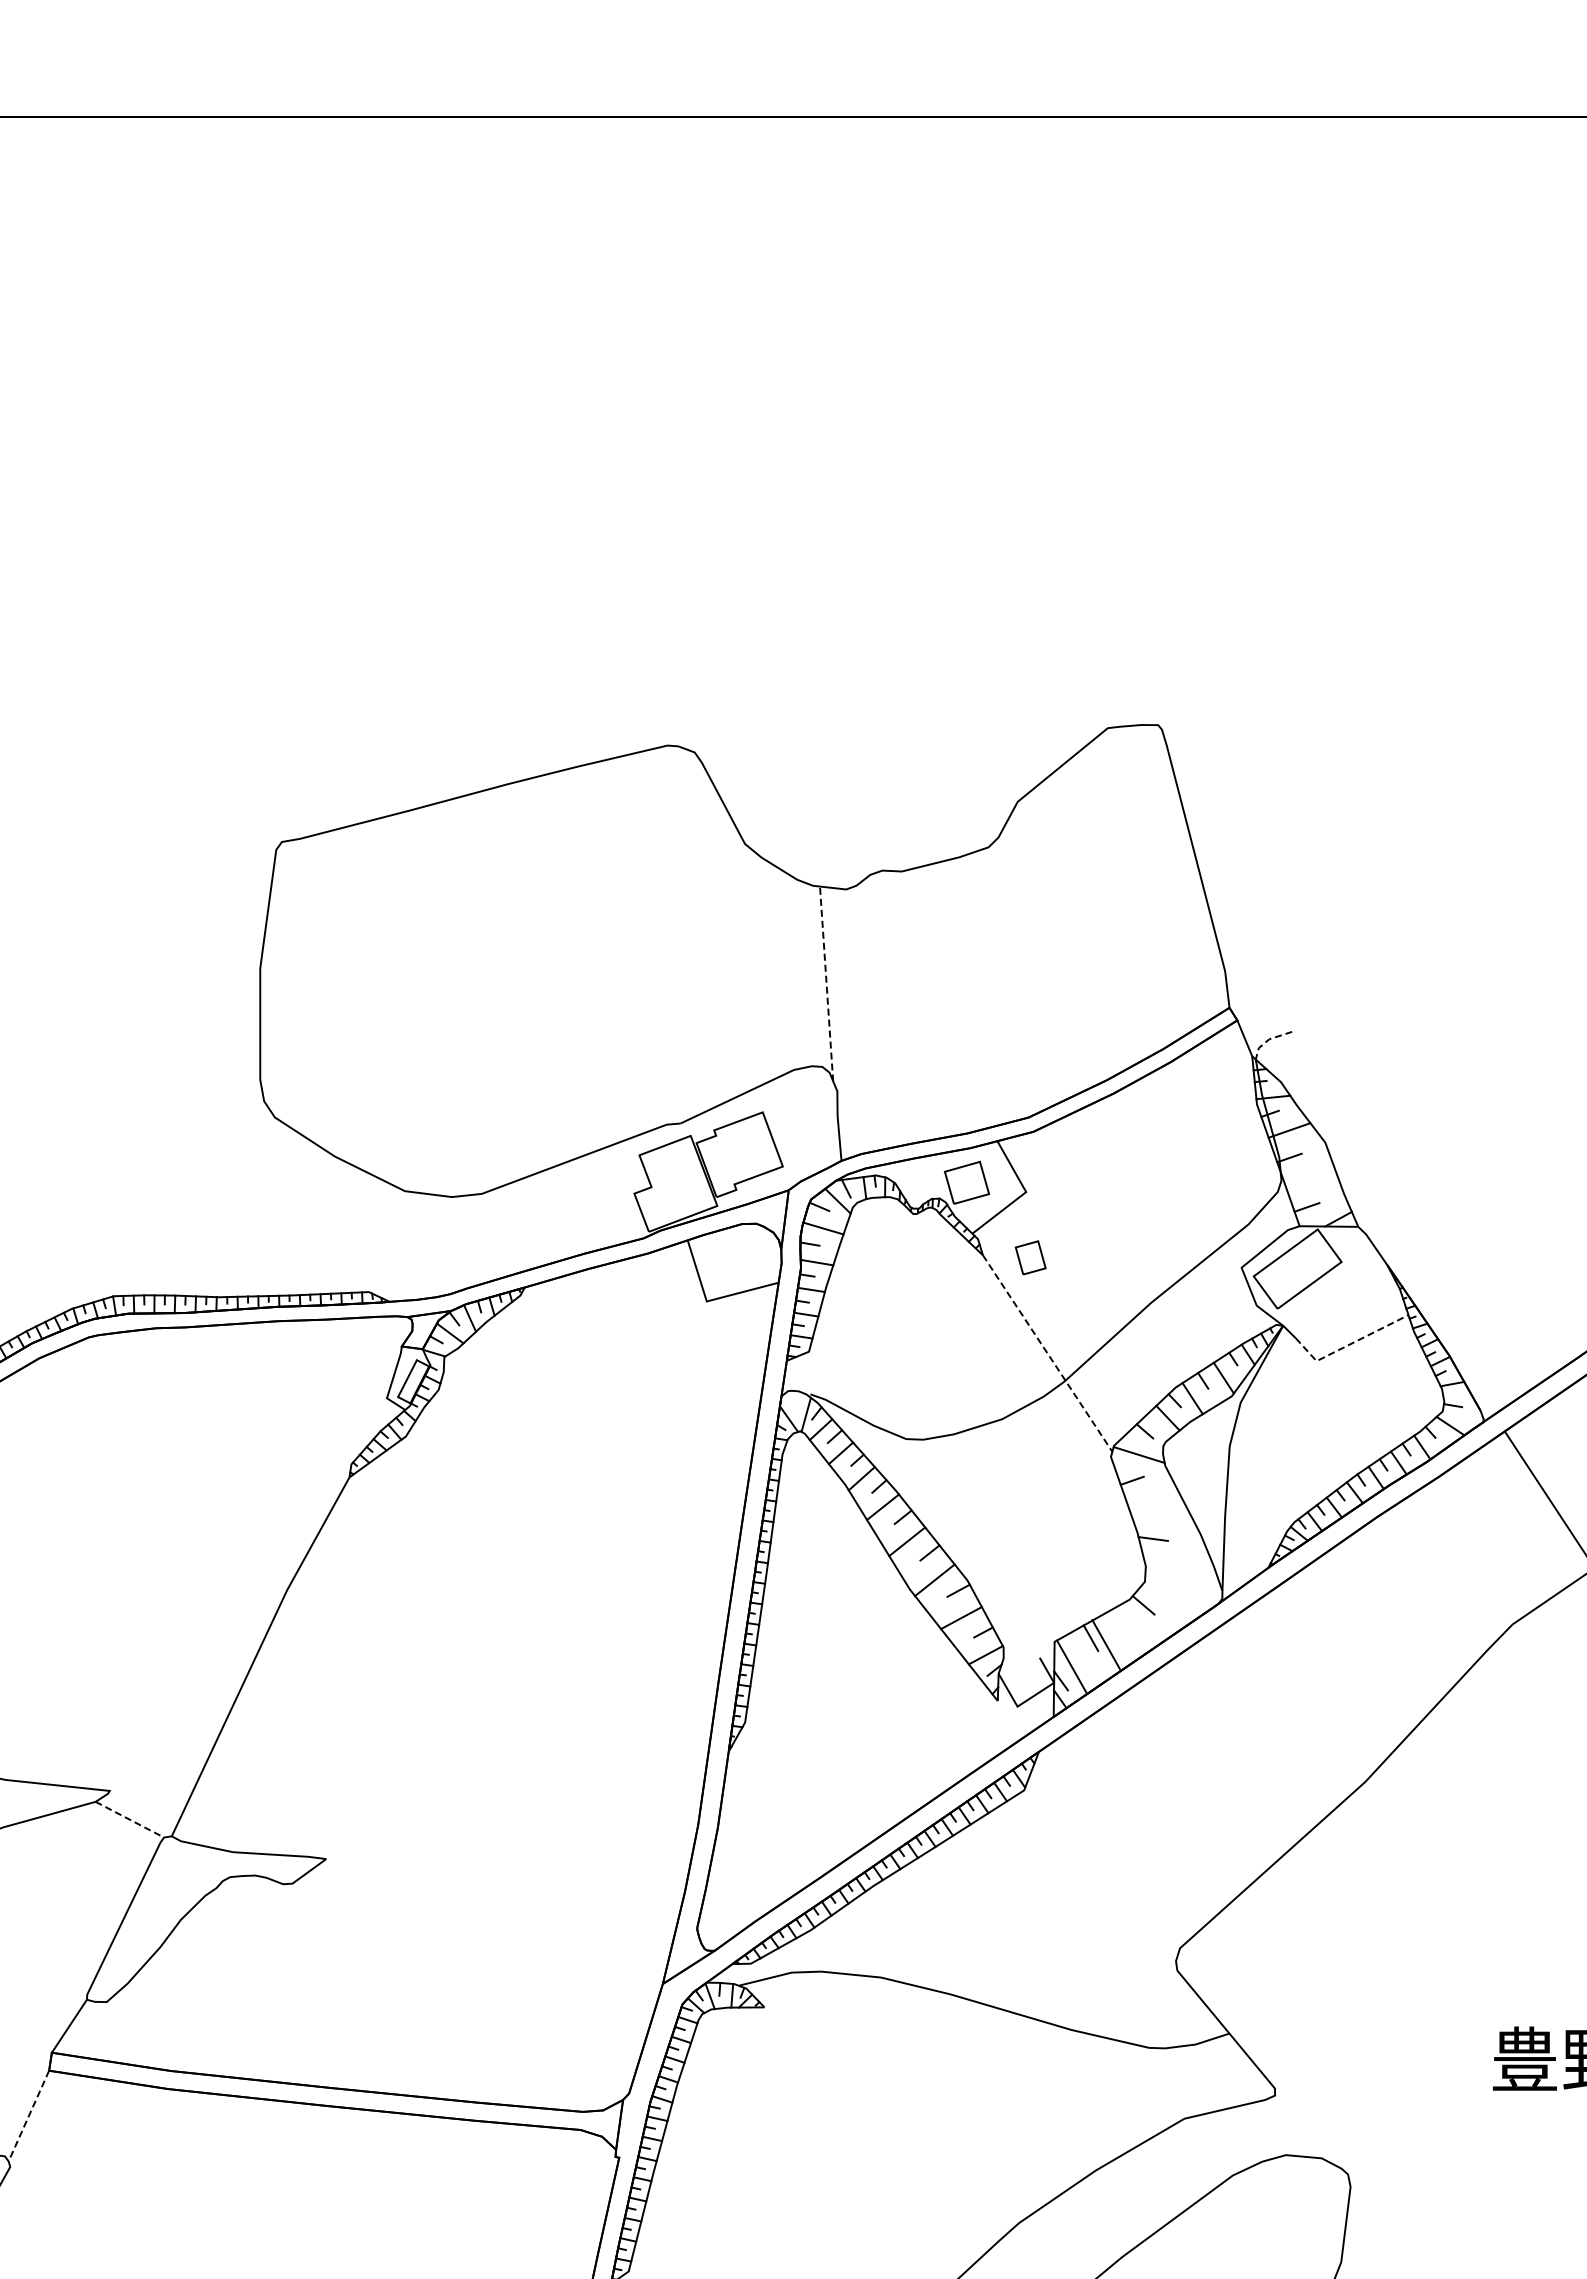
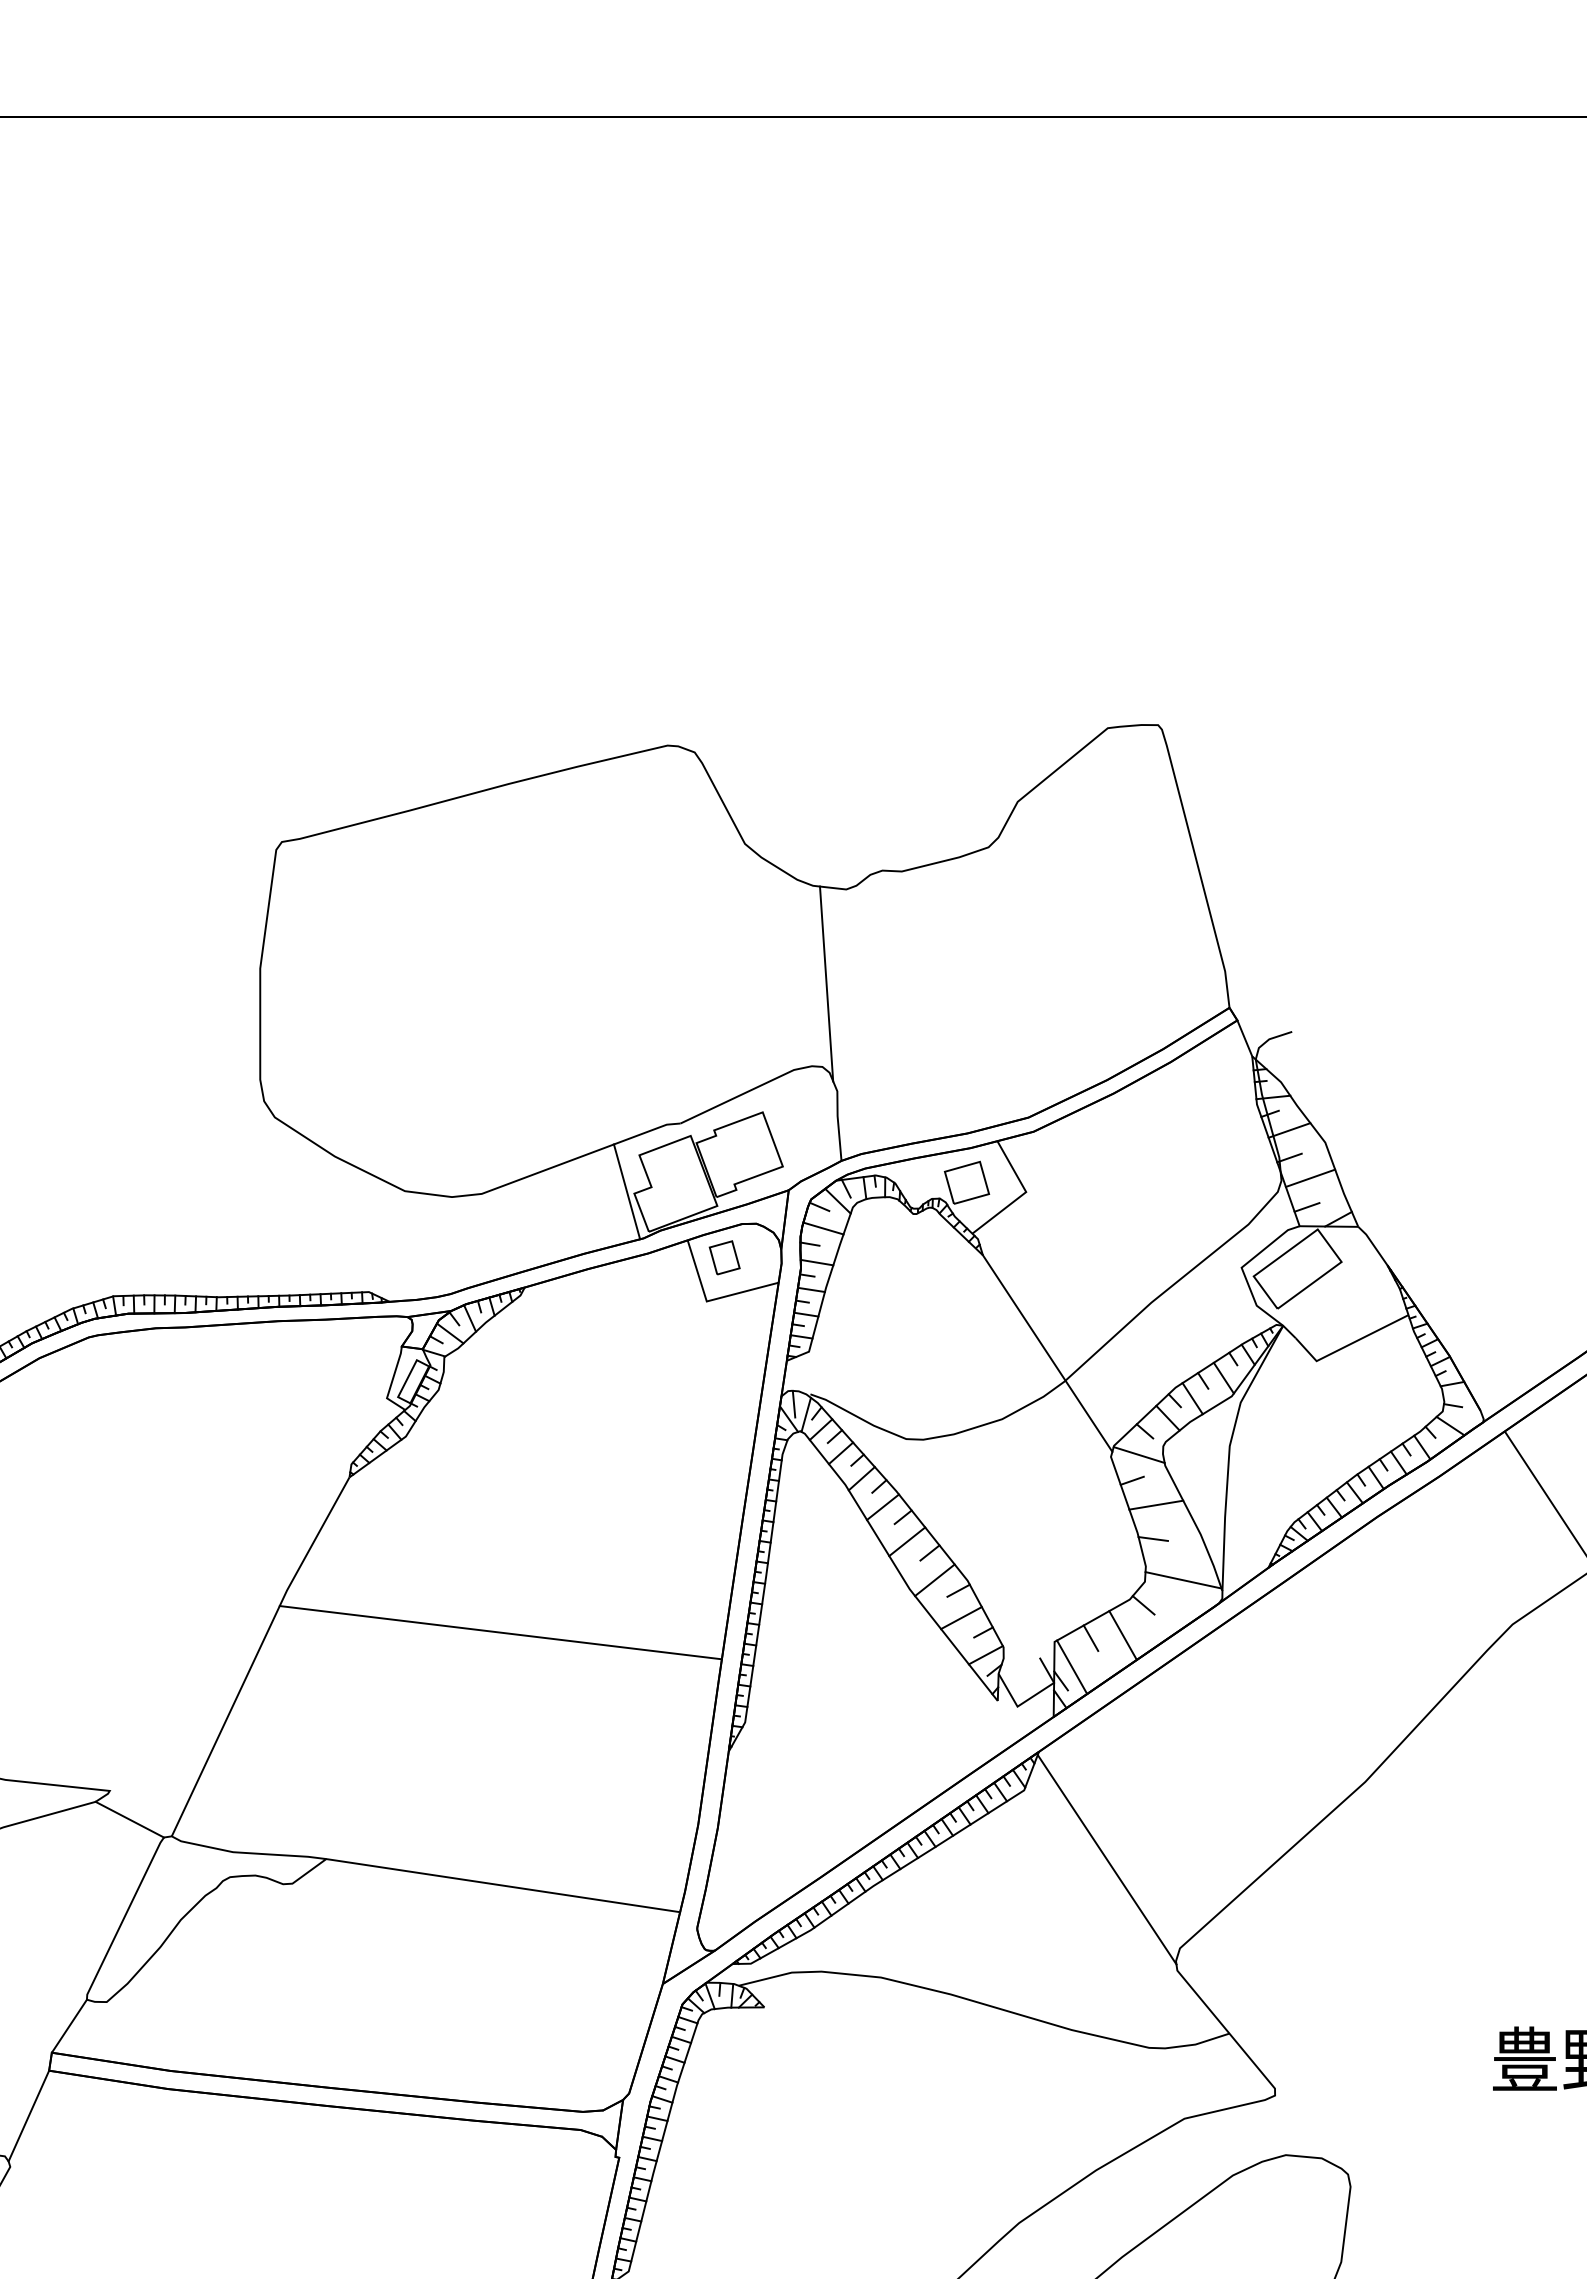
line at (826, 984): dashed -> solid
line at (1268, 1039): dashed -> solid
line at (1310, 1177): none -> present
line at (626, 1191): none -> present
part at (1030, 1257) position: (1030, 1257) -> (724, 1257)
line at (1348, 1345): dashed -> solid
line at (1047, 1353): dashed -> solid
line at (793, 1403): none -> present
line at (1156, 1504): none -> present
line at (1183, 1580): none -> present
line at (500, 1632): none -> present
line at (1105, 1644) position: (1105, 1644) -> (1122, 1635)
line at (129, 1819): dashed -> solid
line at (1106, 1859): none -> present
line at (503, 1885): none -> present
line at (28, 2116): dashed -> solid
